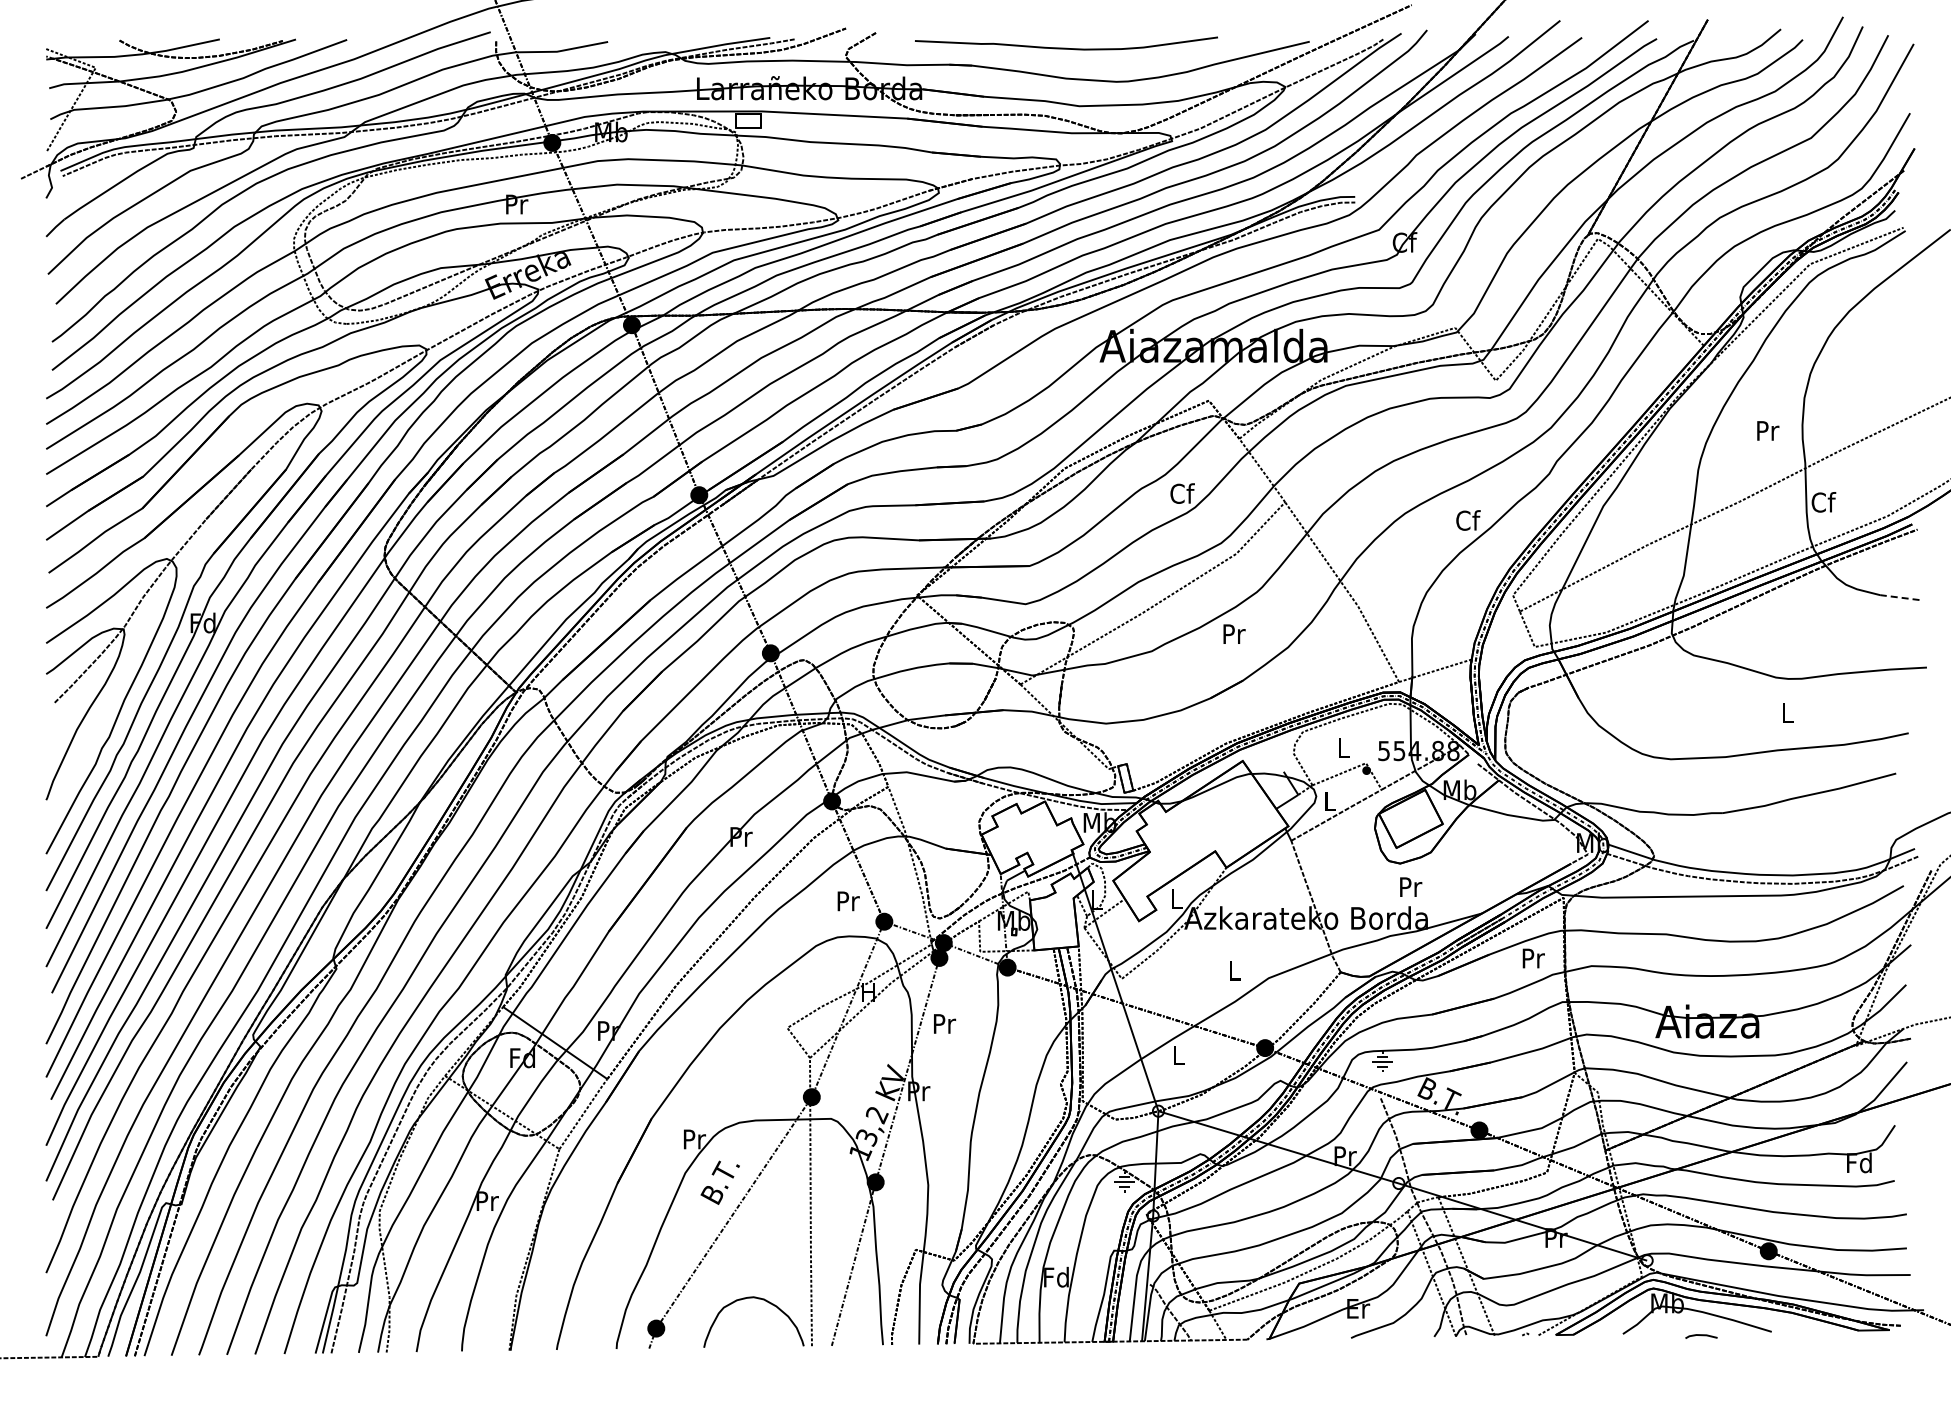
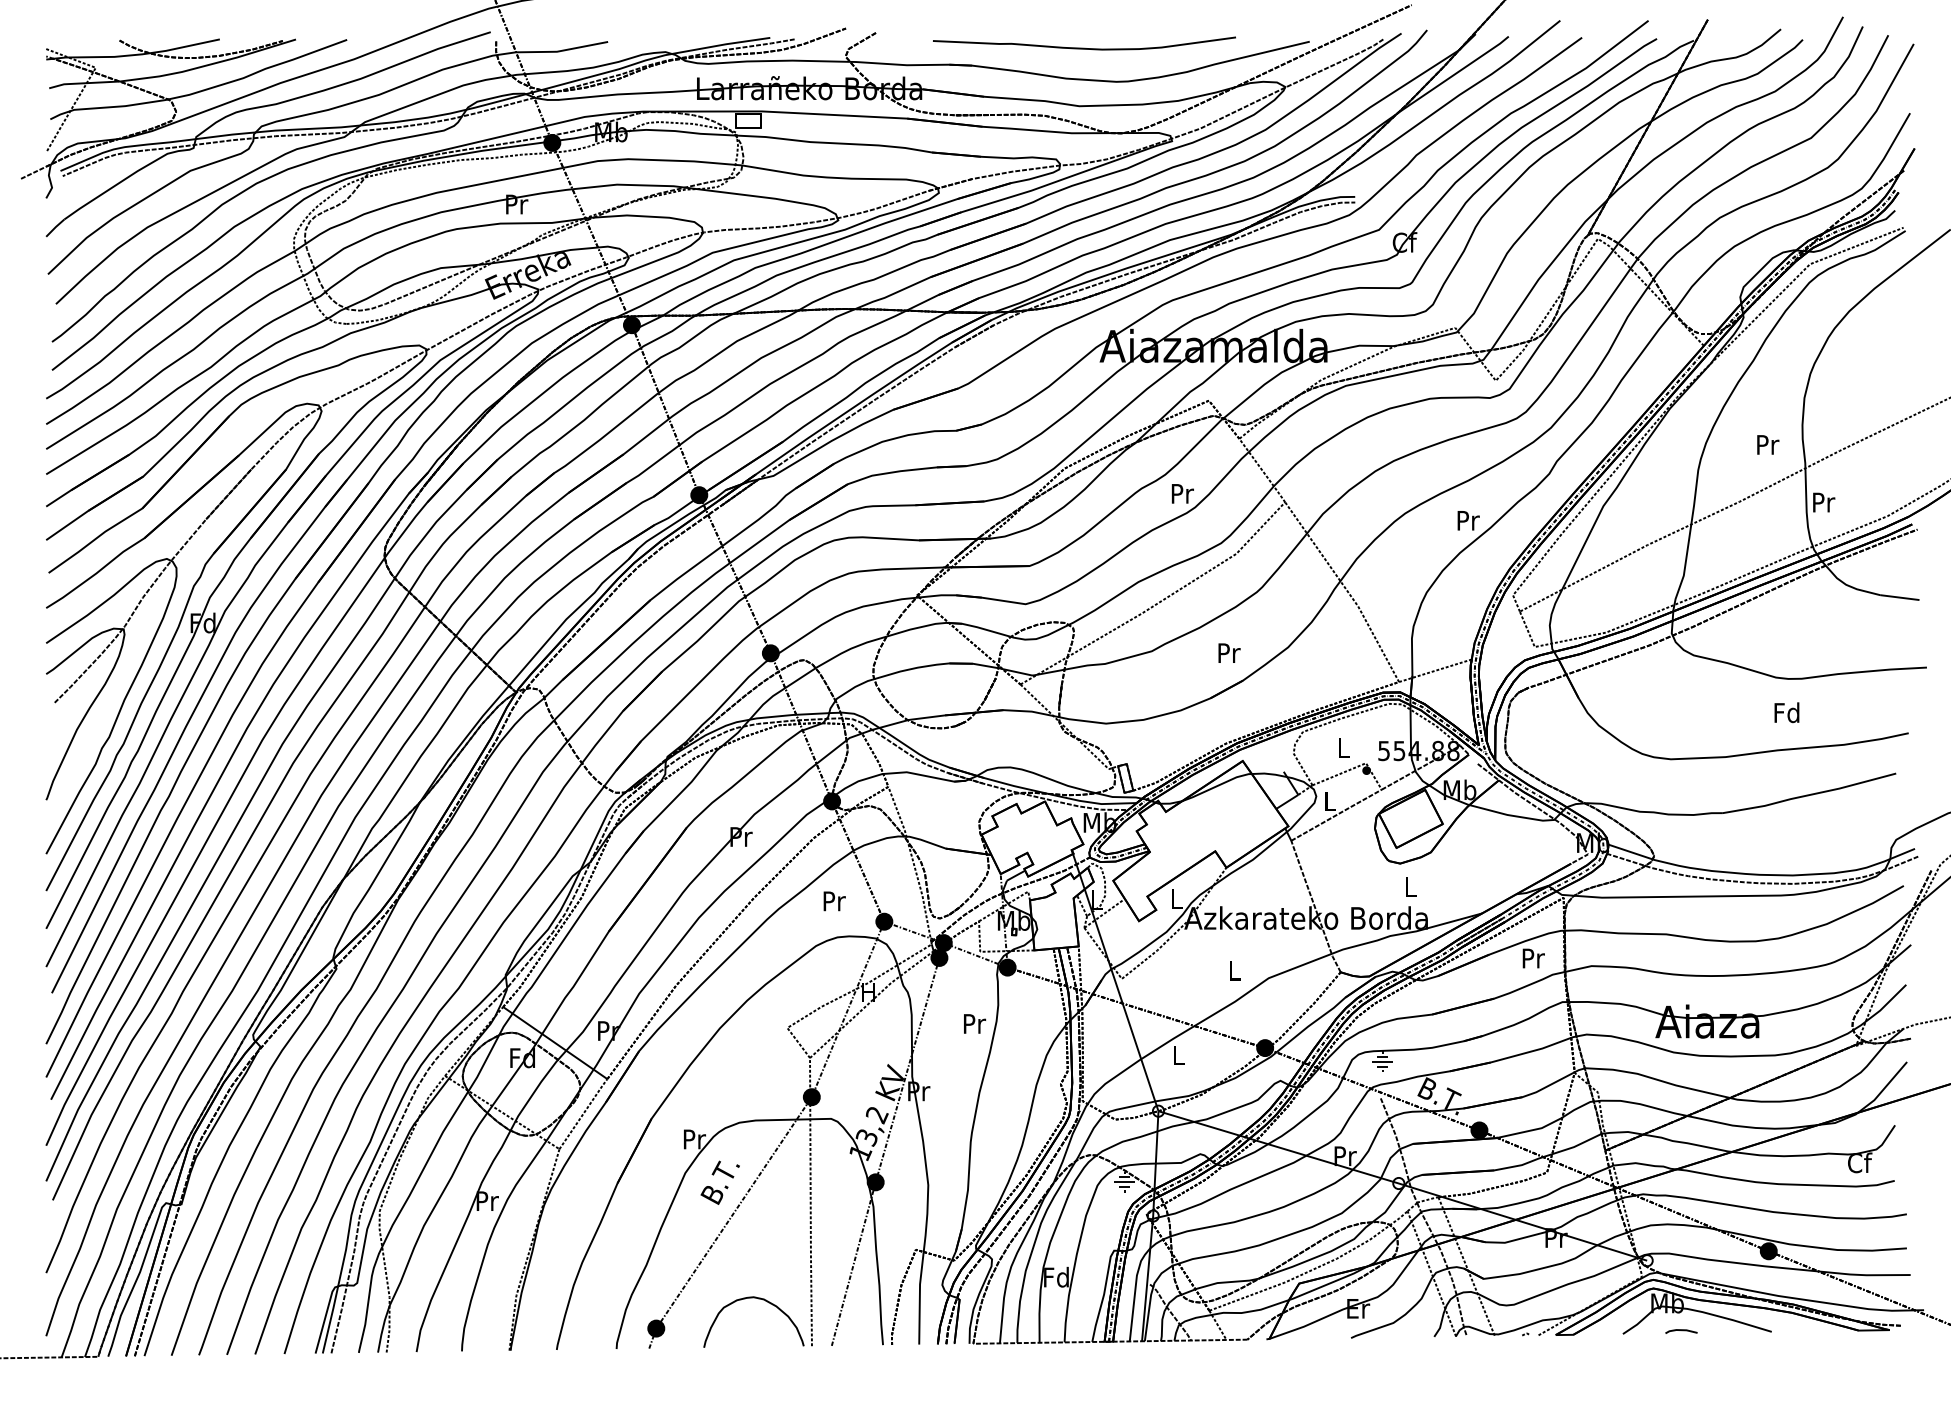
curve at (1066, 47) position: (1066, 47) -> (1084, 47)
text at (1768, 430) position: (1768, 430) -> (1768, 444)
text at (1182, 493): Cf -> Pr
text at (1823, 502): Cf -> Pr
text at (1468, 520): Cf -> Pr
line at (1899, 597): dashed -> solid
text at (1234, 633) position: (1234, 633) -> (1229, 652)
text at (1786, 712): L -> Fd
text at (1411, 886): Pr -> L
text at (848, 901) position: (848, 901) -> (834, 901)
text at (945, 1023) position: (945, 1023) -> (975, 1023)
text at (1859, 1162): Fd -> Cf
line at (1701, 1336) position: (1701, 1336) -> (1681, 1331)
